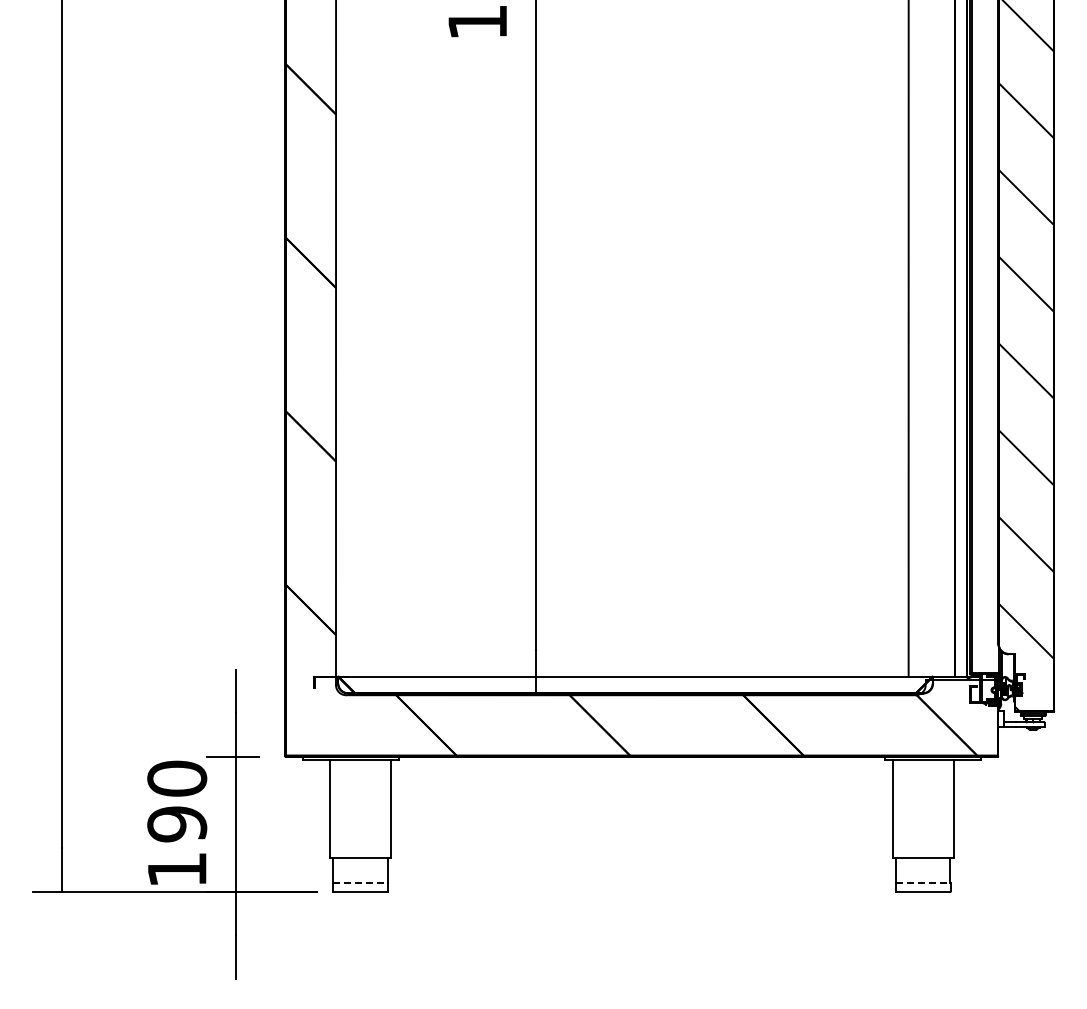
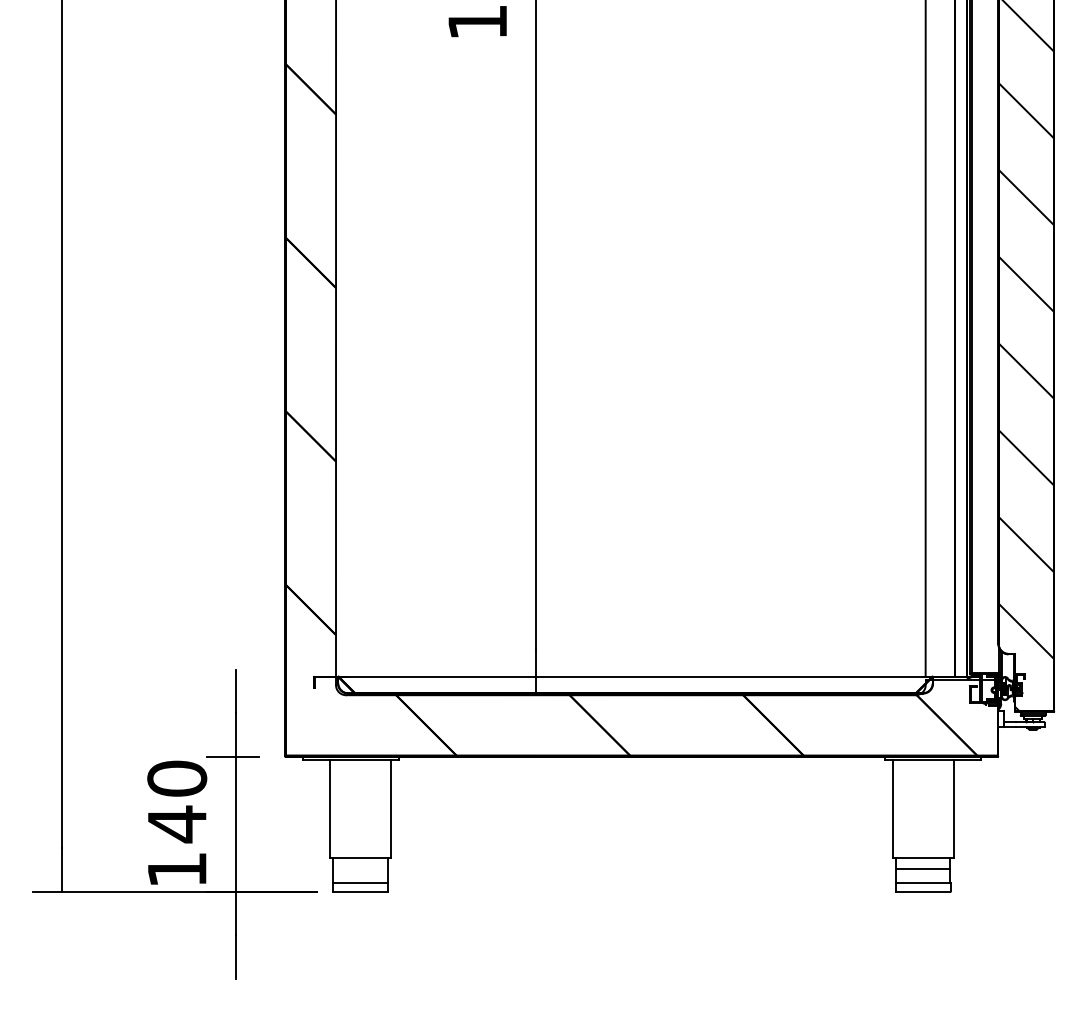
line at (908, 339) position: (908, 339) -> (925, 339)
text at (177, 824): 190 -> 140
line at (922, 869): none -> present
line at (360, 883): dashed -> solid
line at (923, 883): dashed -> solid
